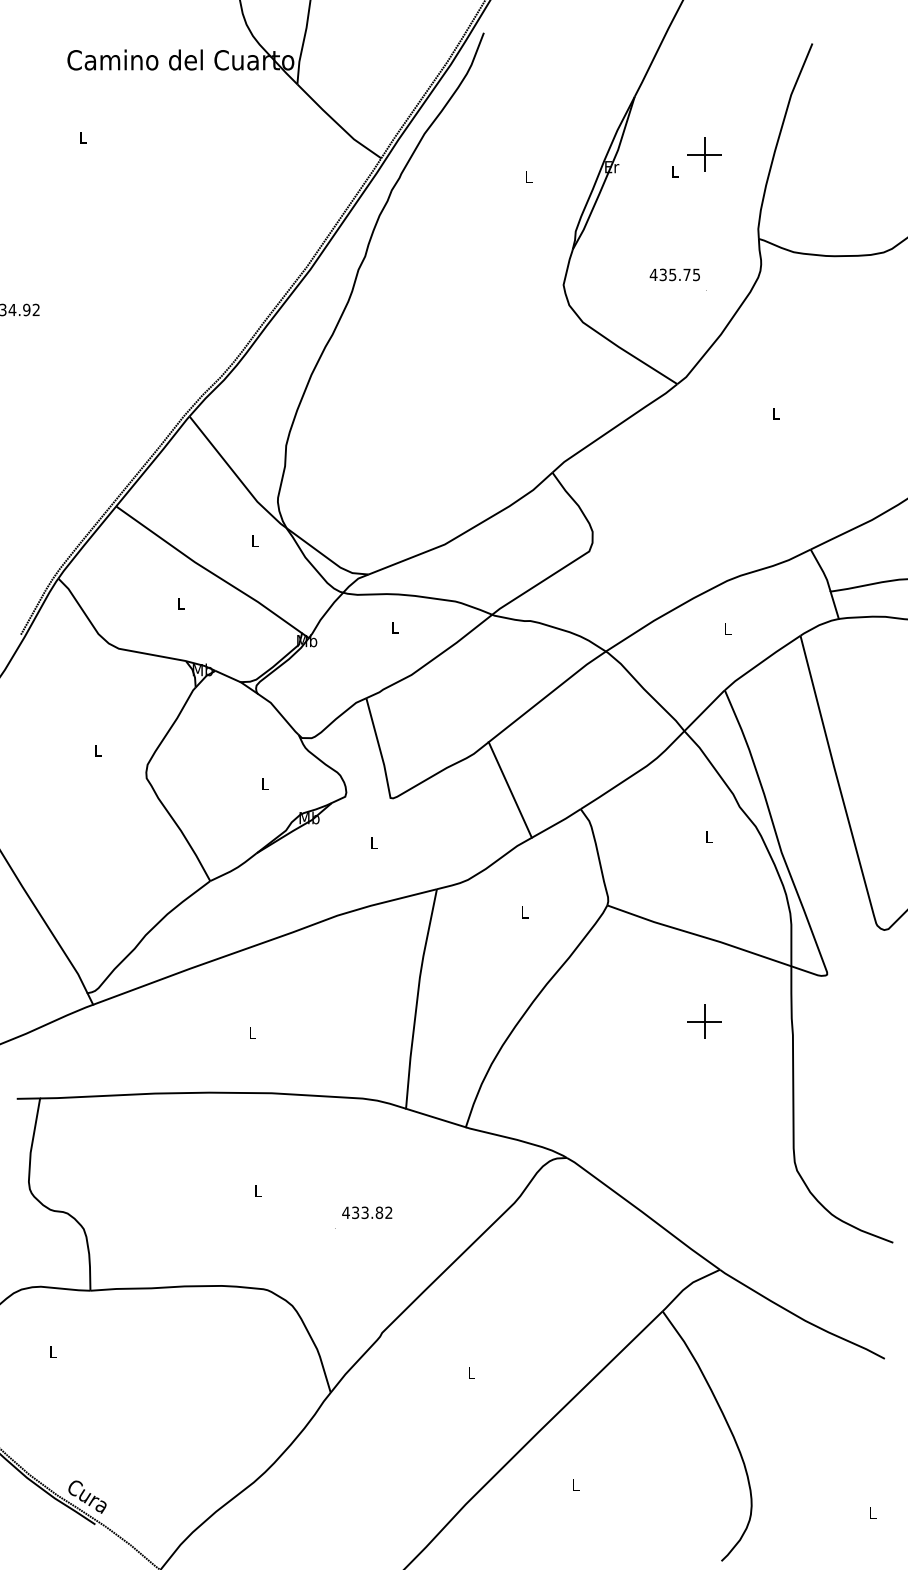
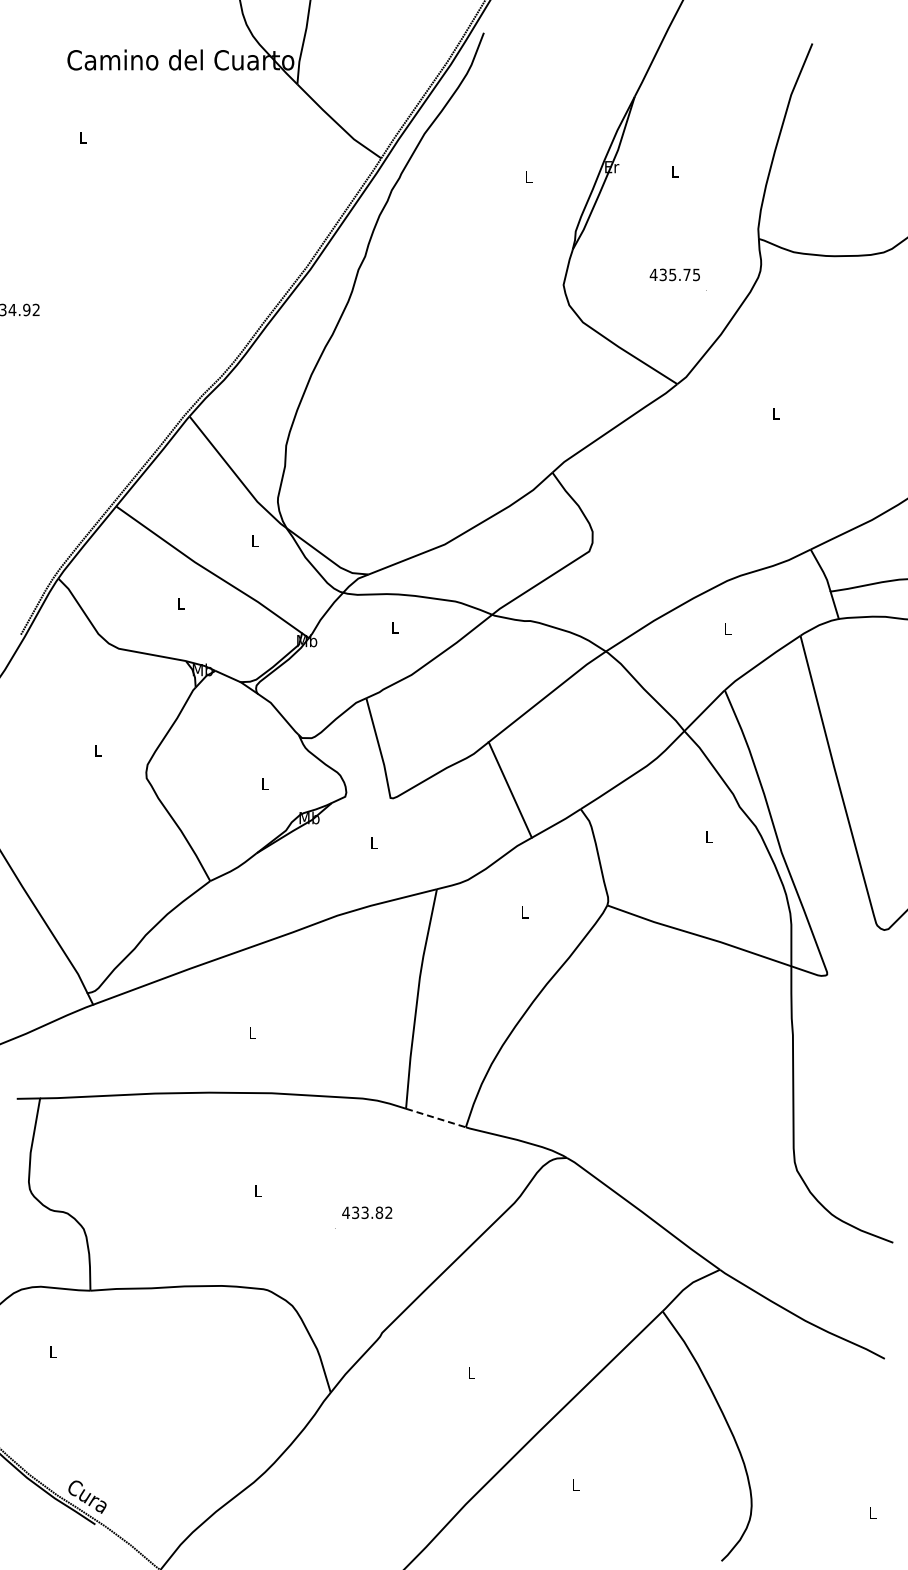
part at (704, 154): present -> none
part at (704, 1021): present -> none
line at (436, 1118): solid -> dashed
